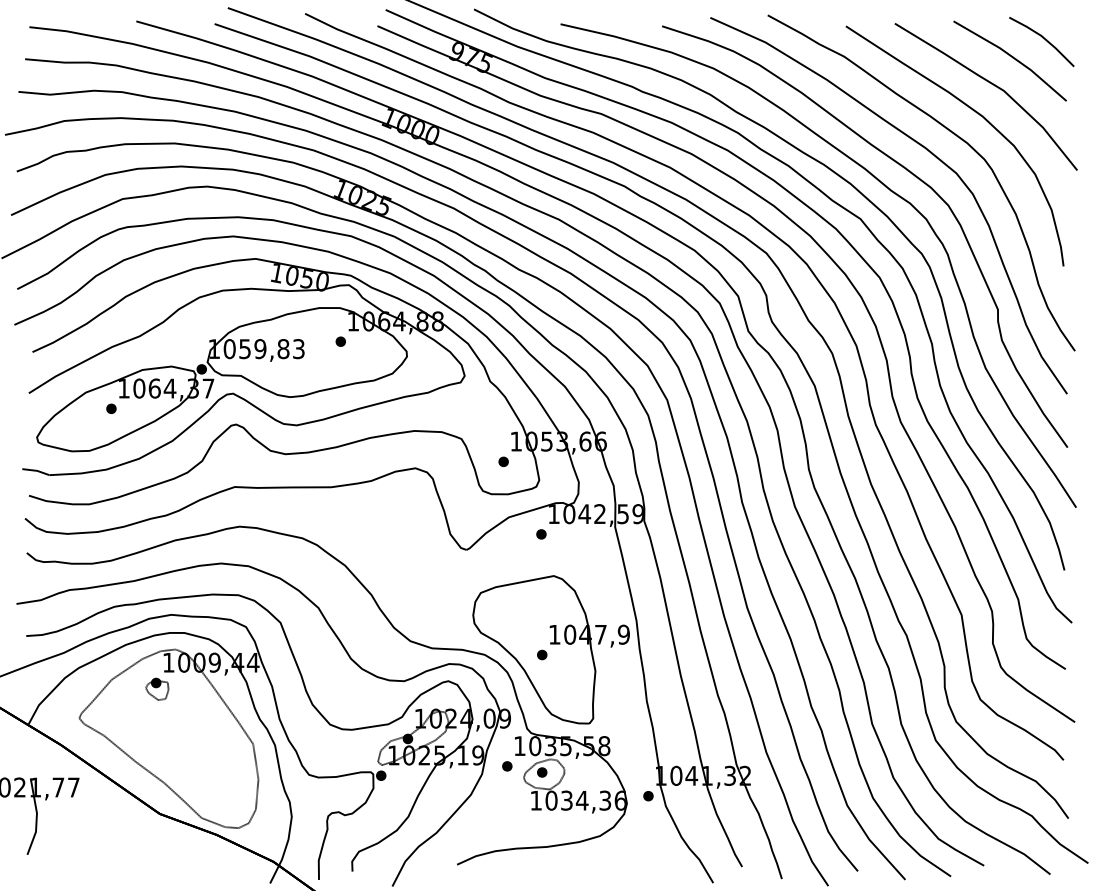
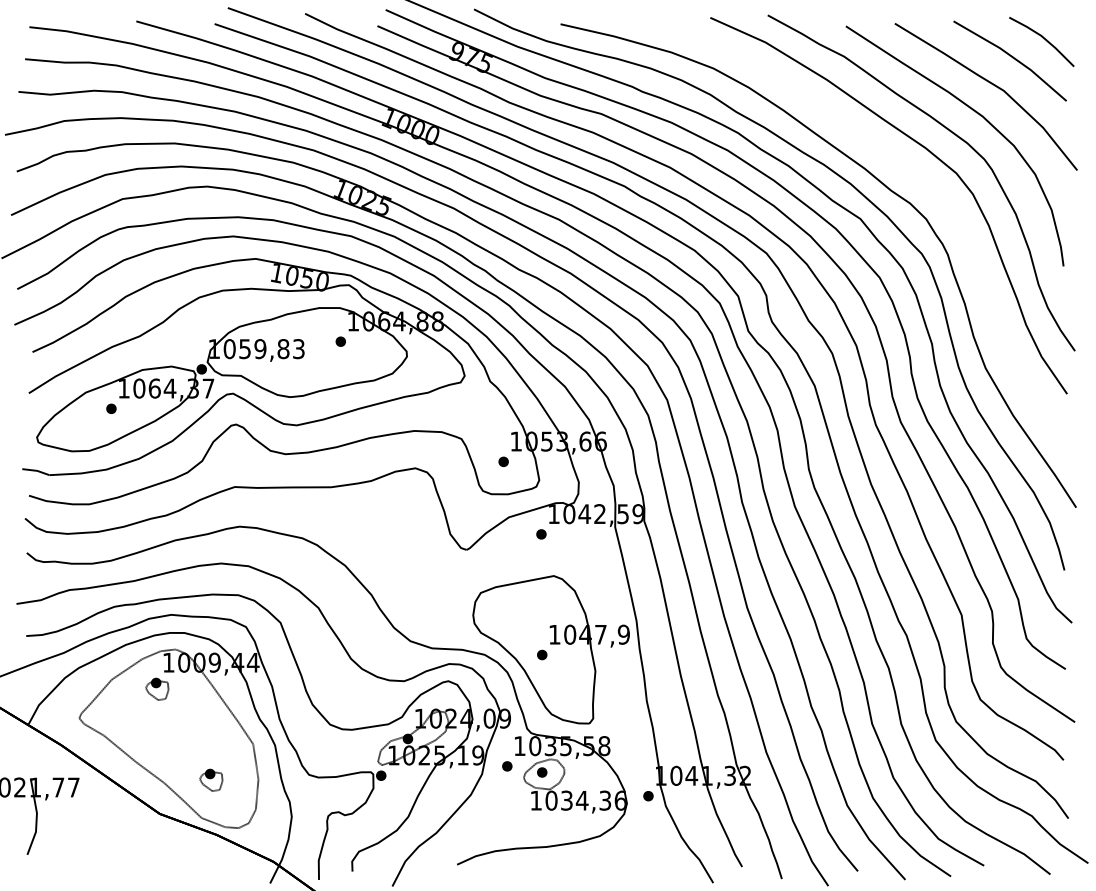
part at (911, 174): present -> none
part at (211, 779): none -> present
